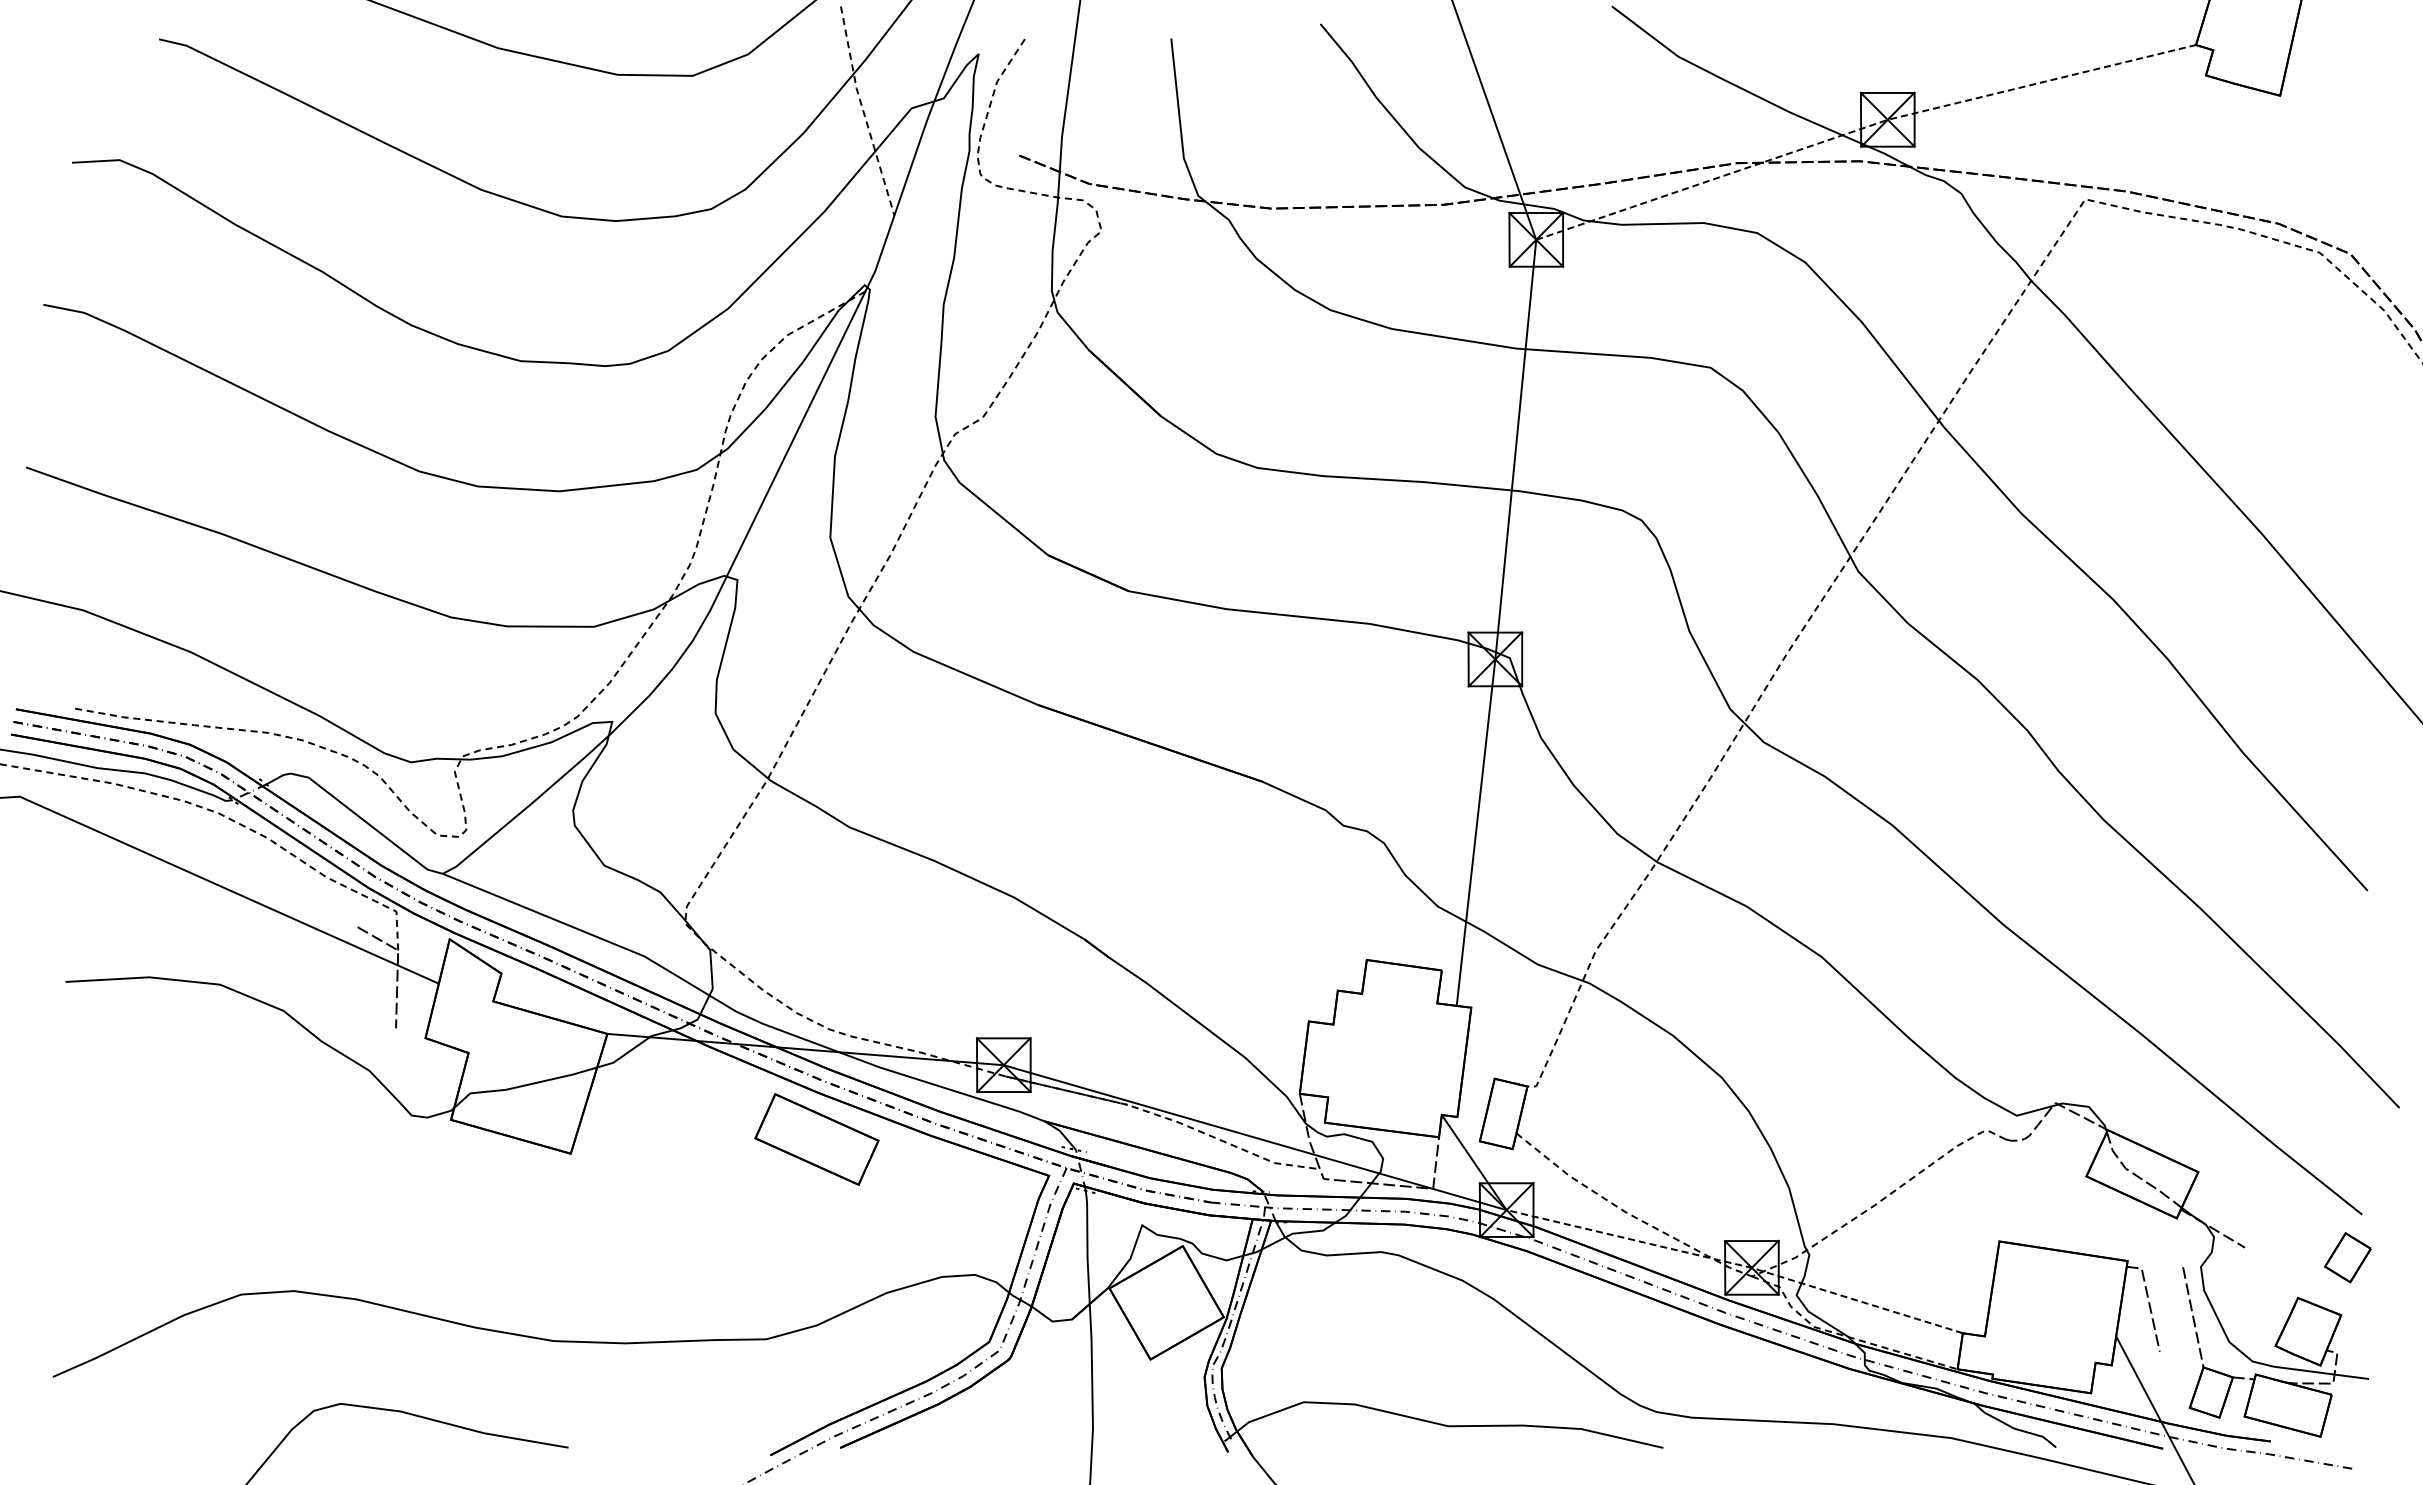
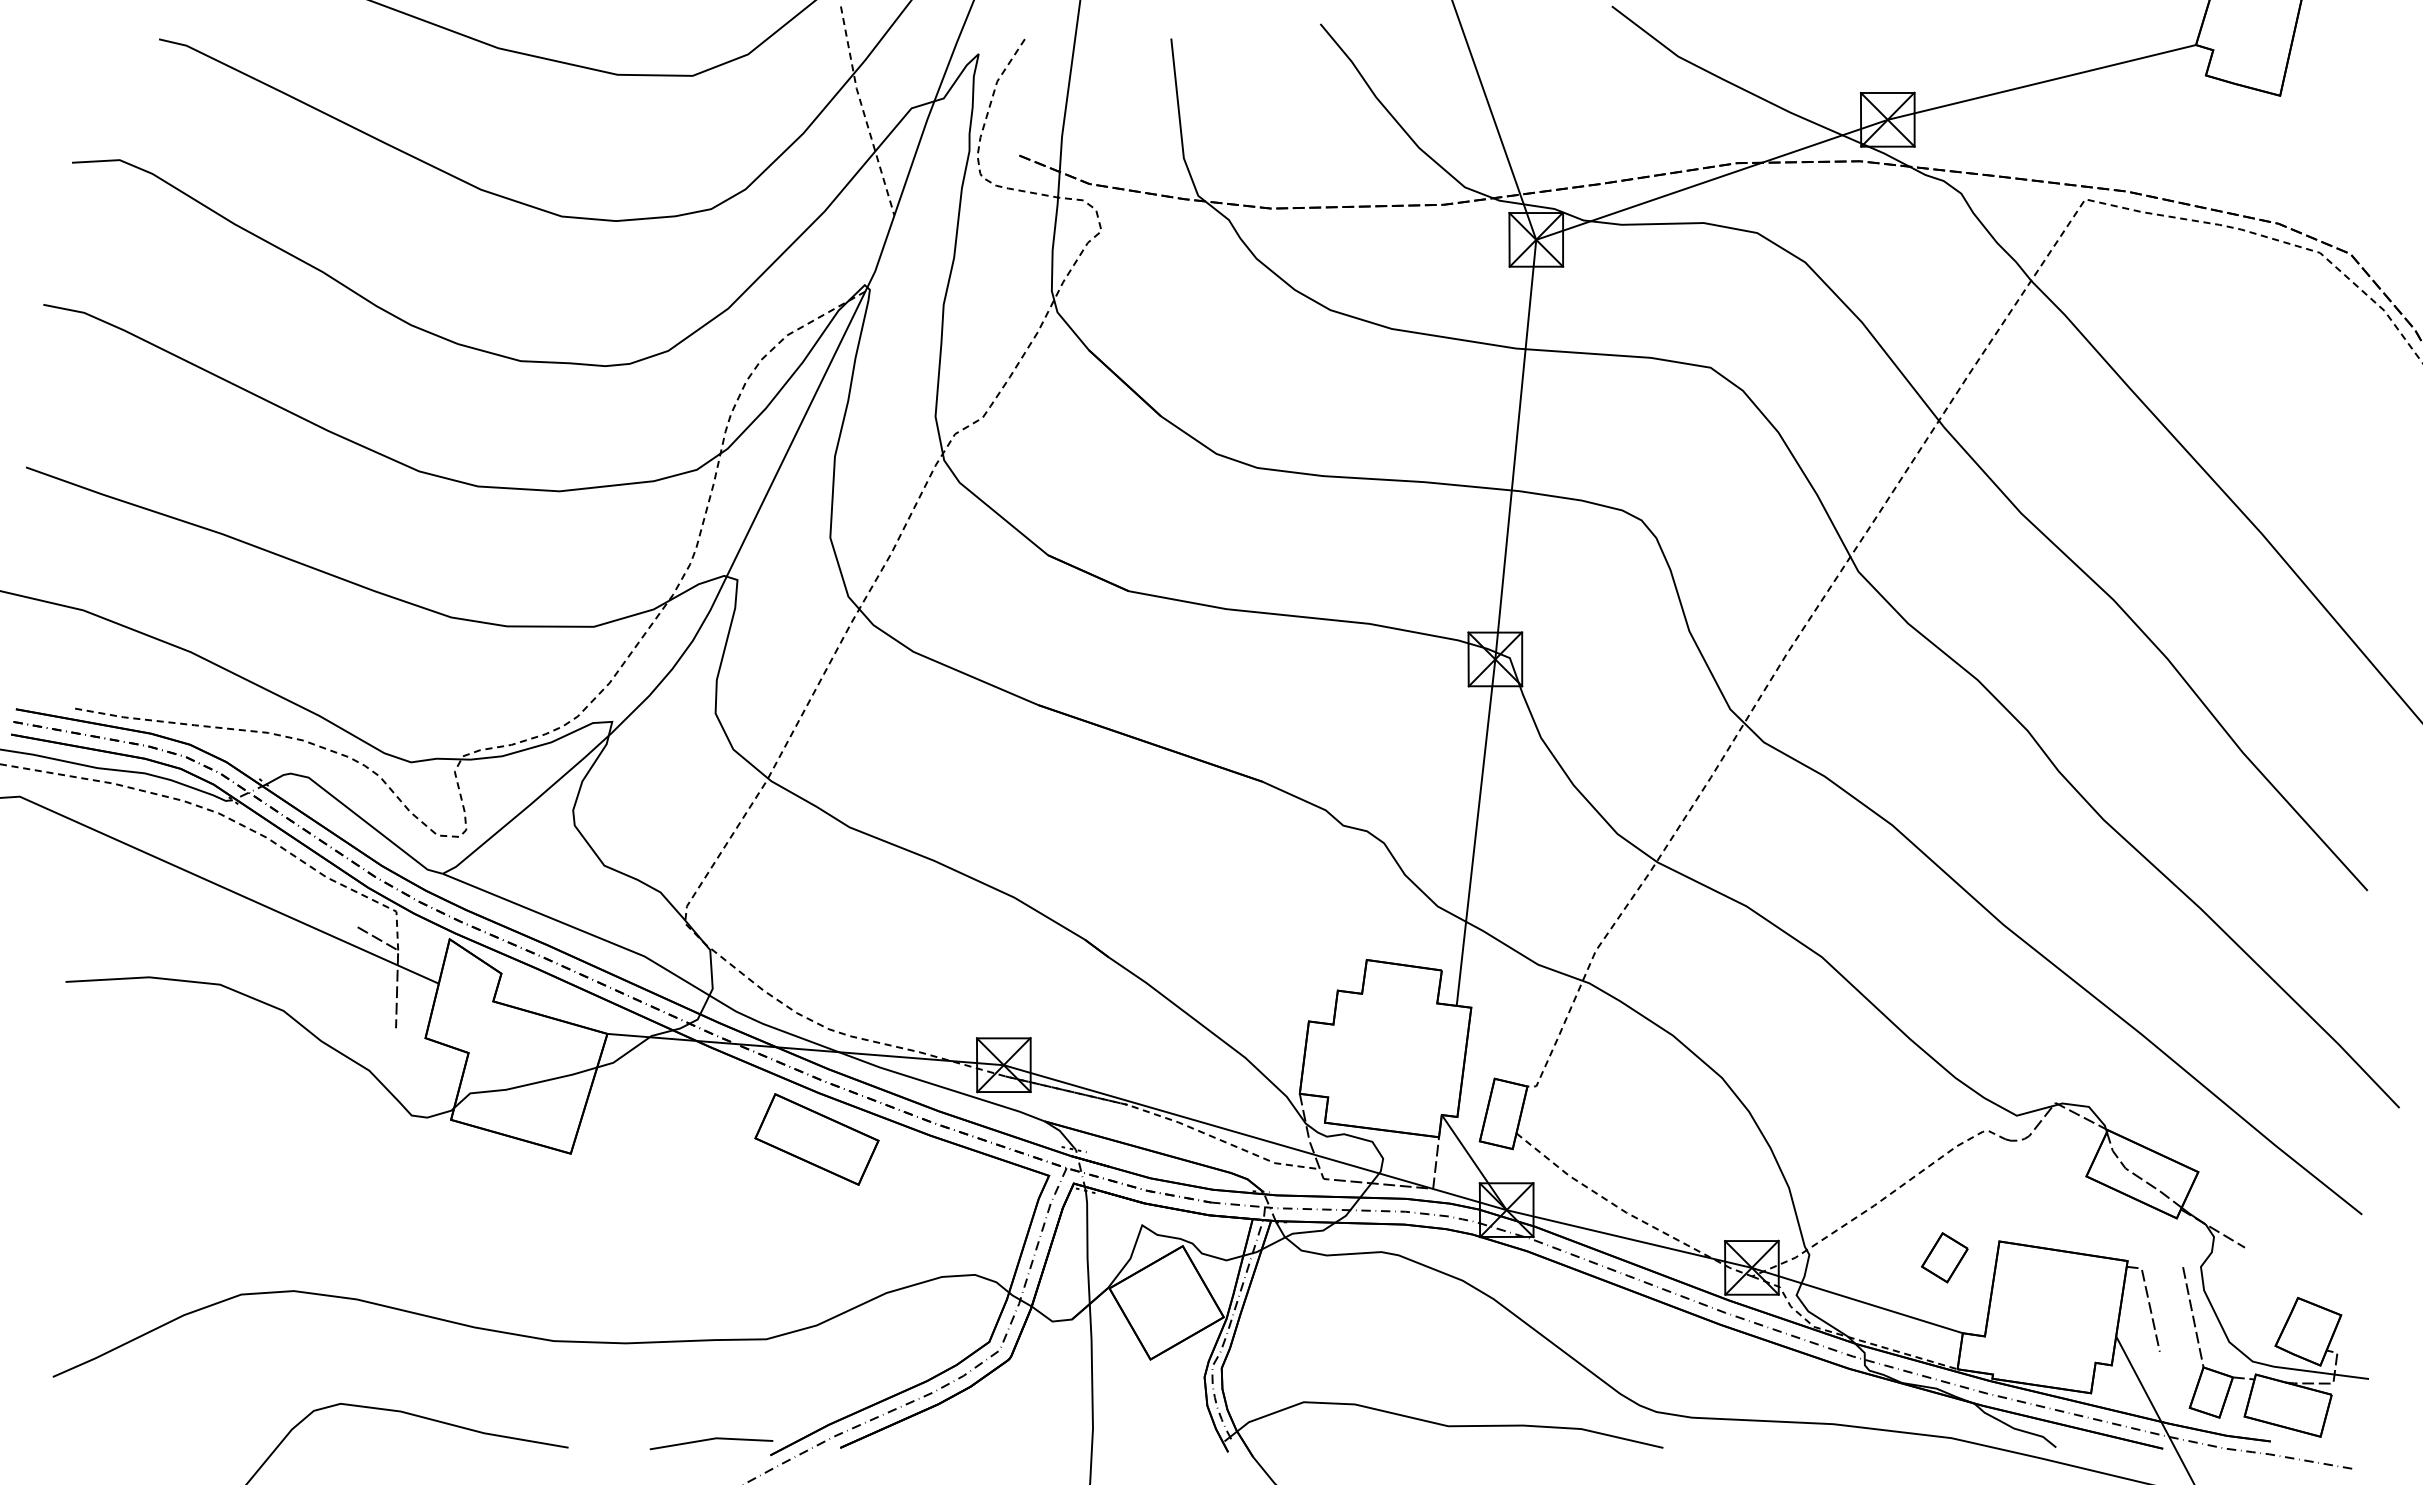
line at (1863, 128): dashed -> solid
part at (2347, 1257) position: (2347, 1257) -> (1944, 1257)
line at (1737, 1264): dashed -> solid
line at (710, 1440): none -> present
